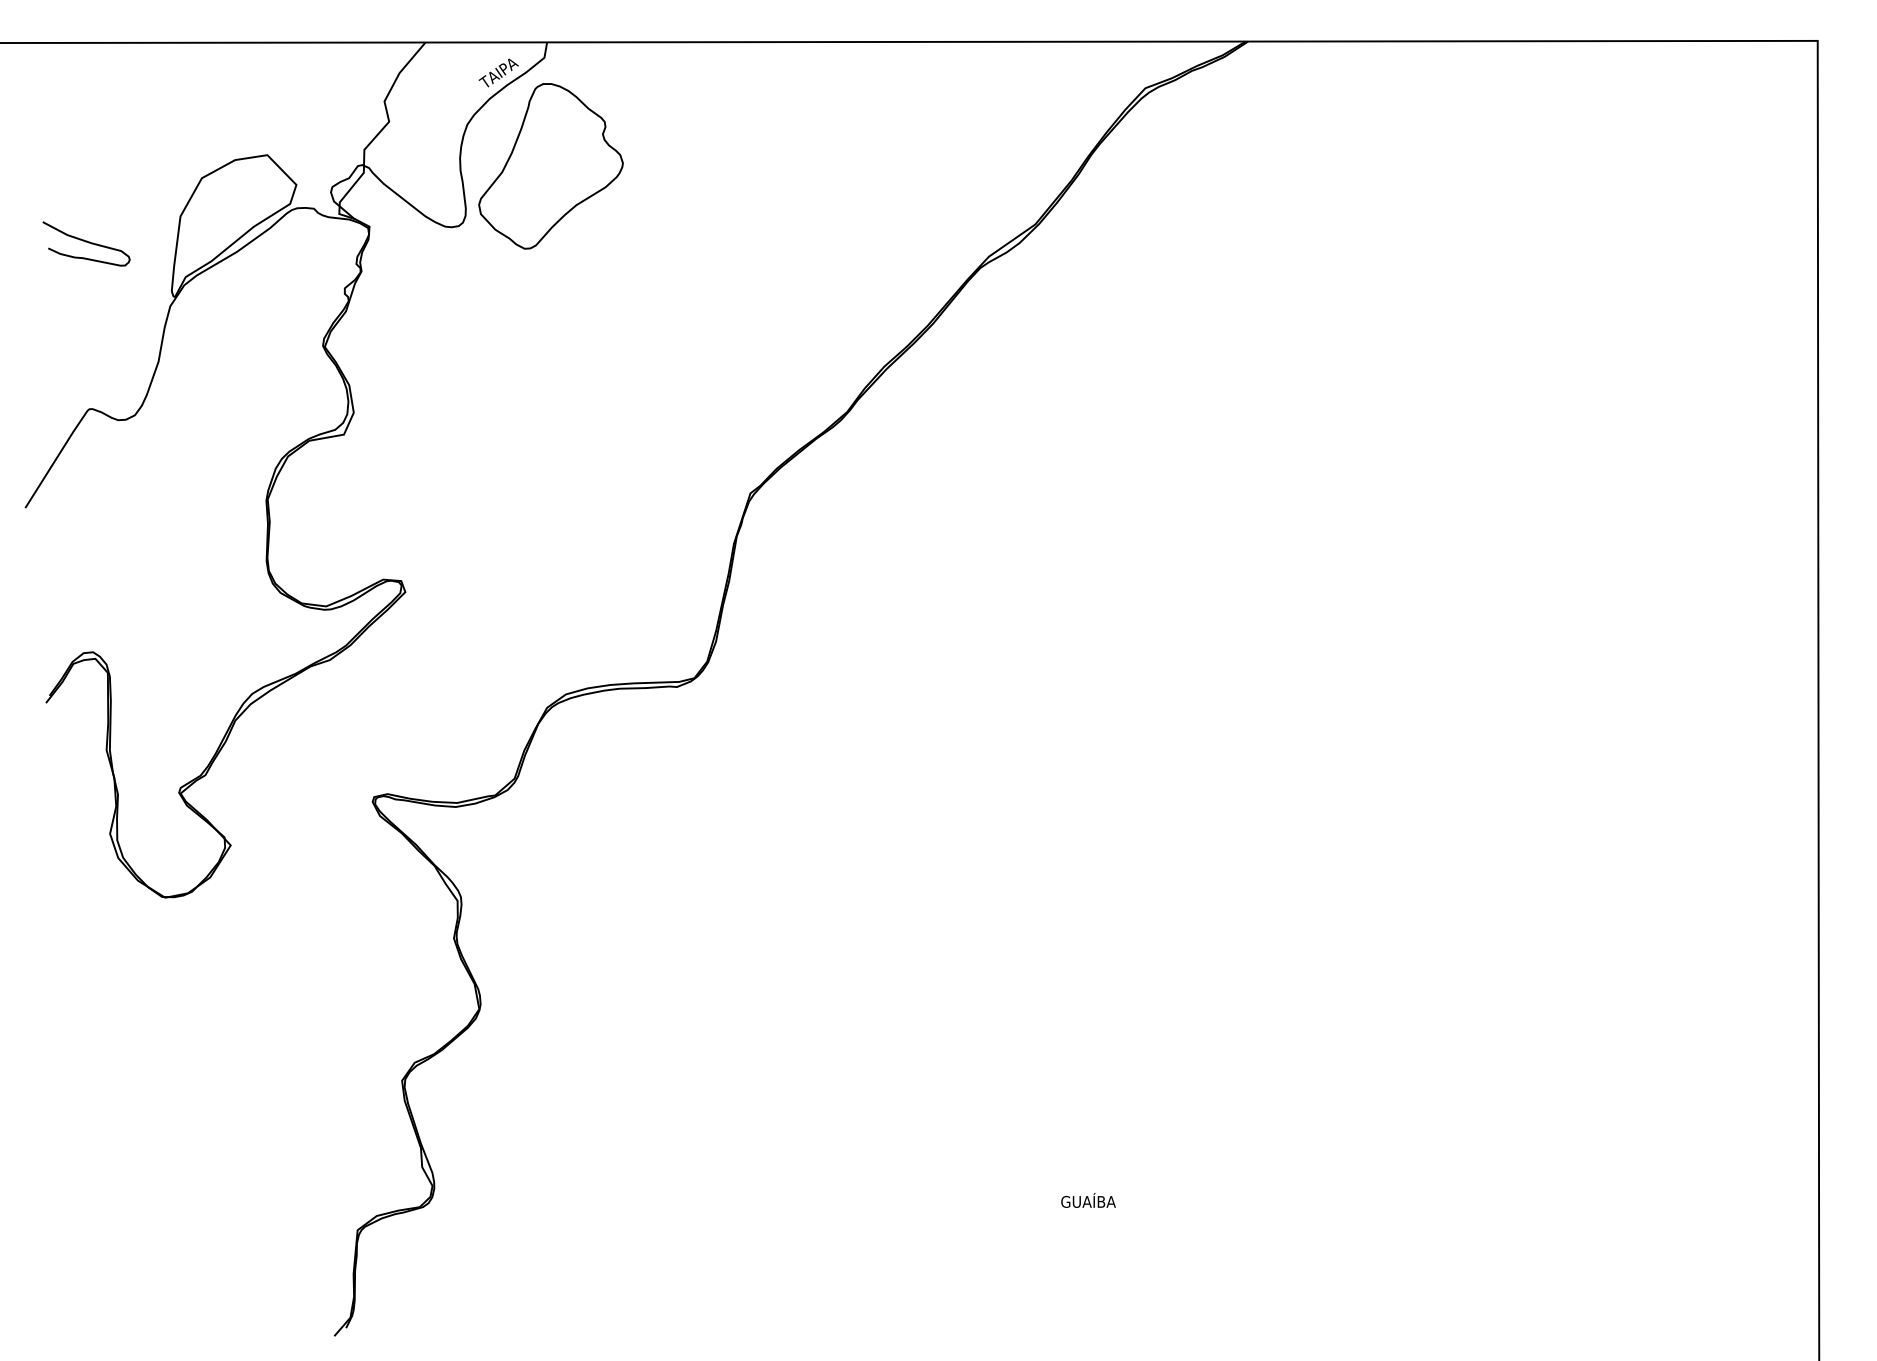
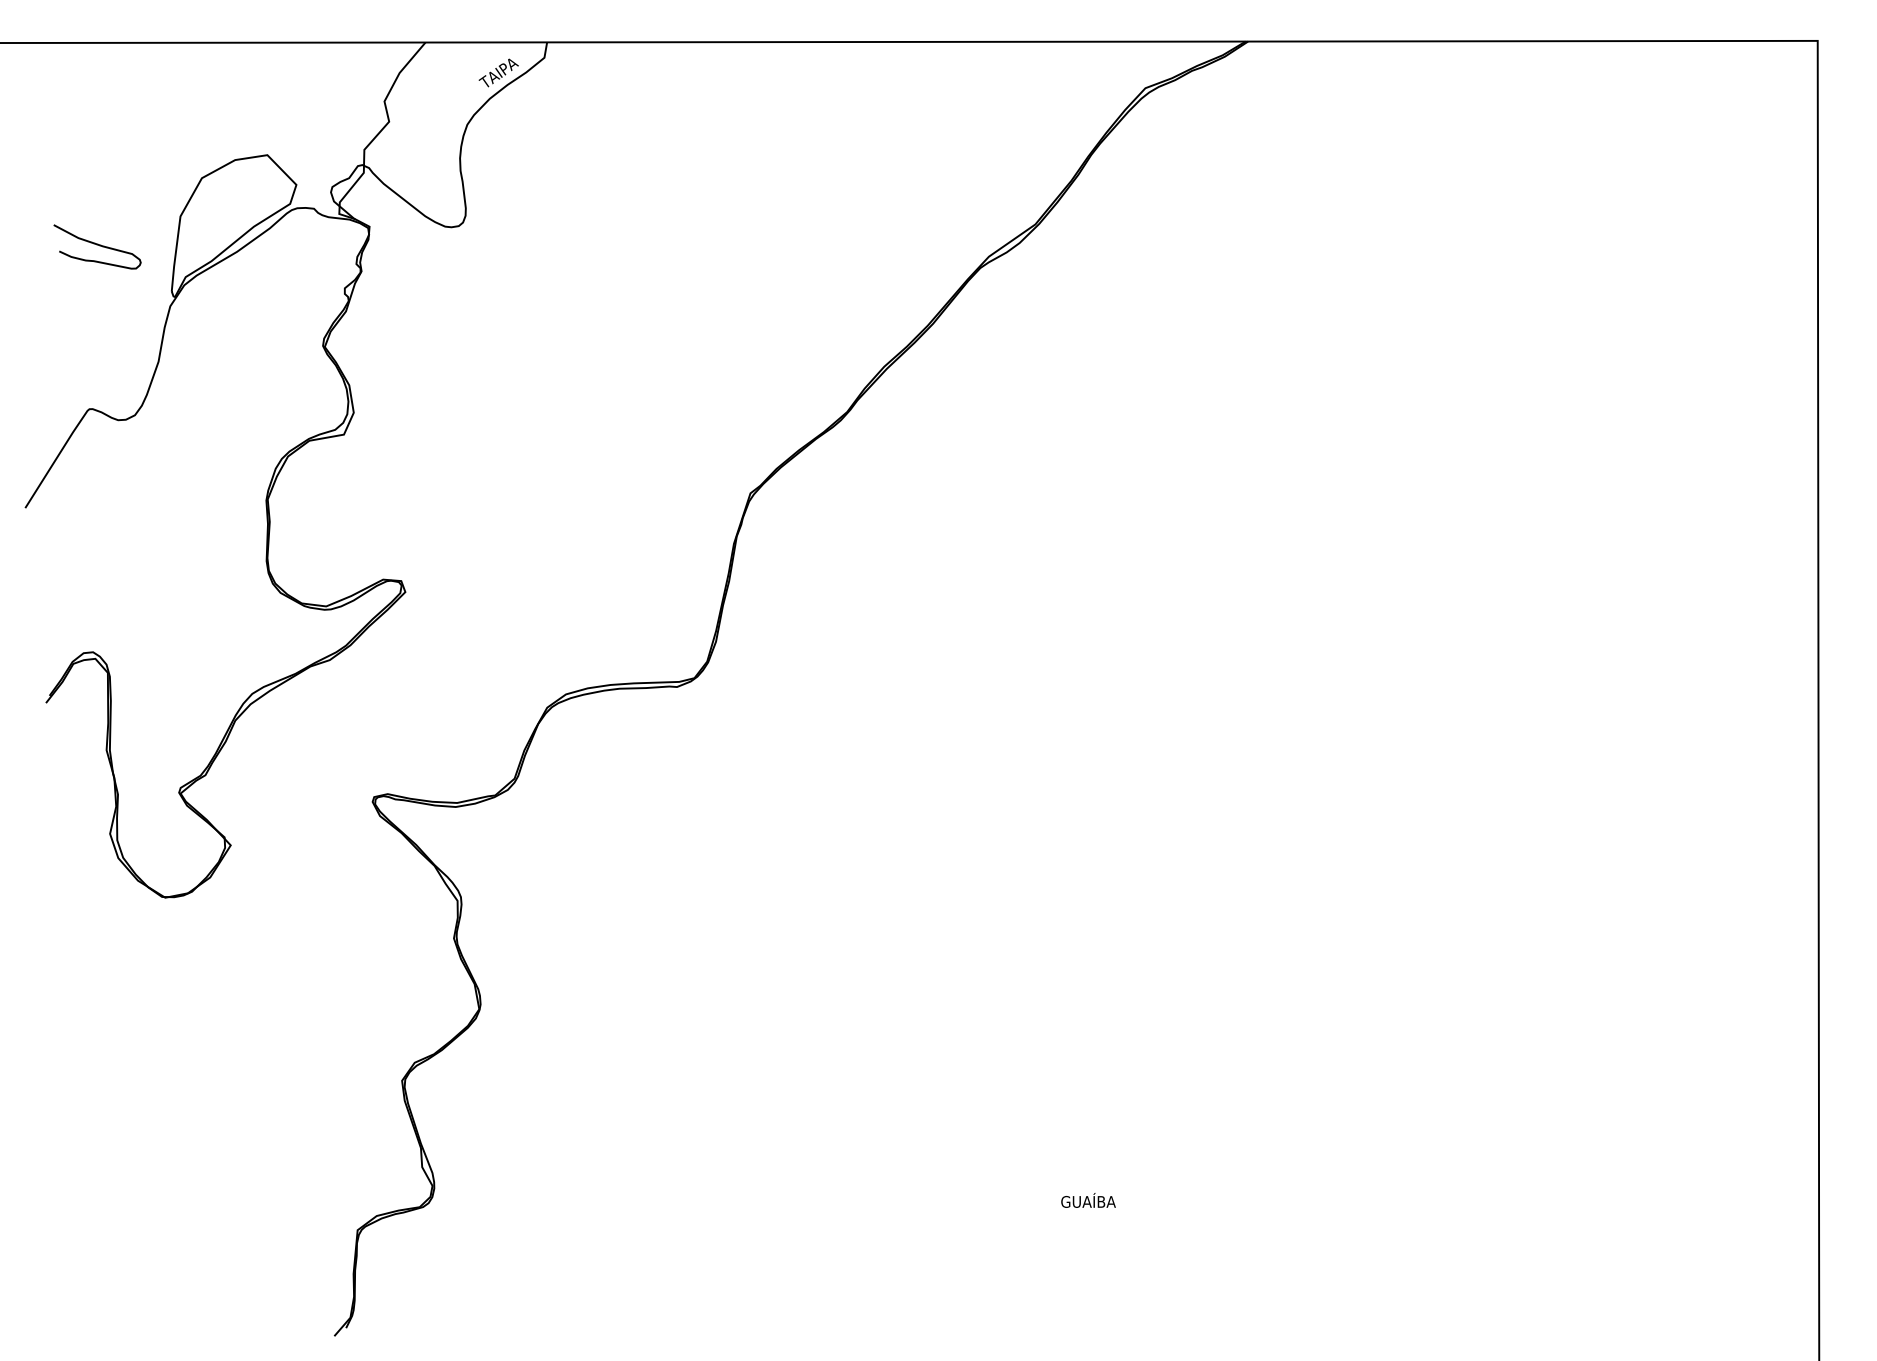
part at (550, 166): present -> none
curve at (86, 242) position: (86, 242) -> (97, 245)
